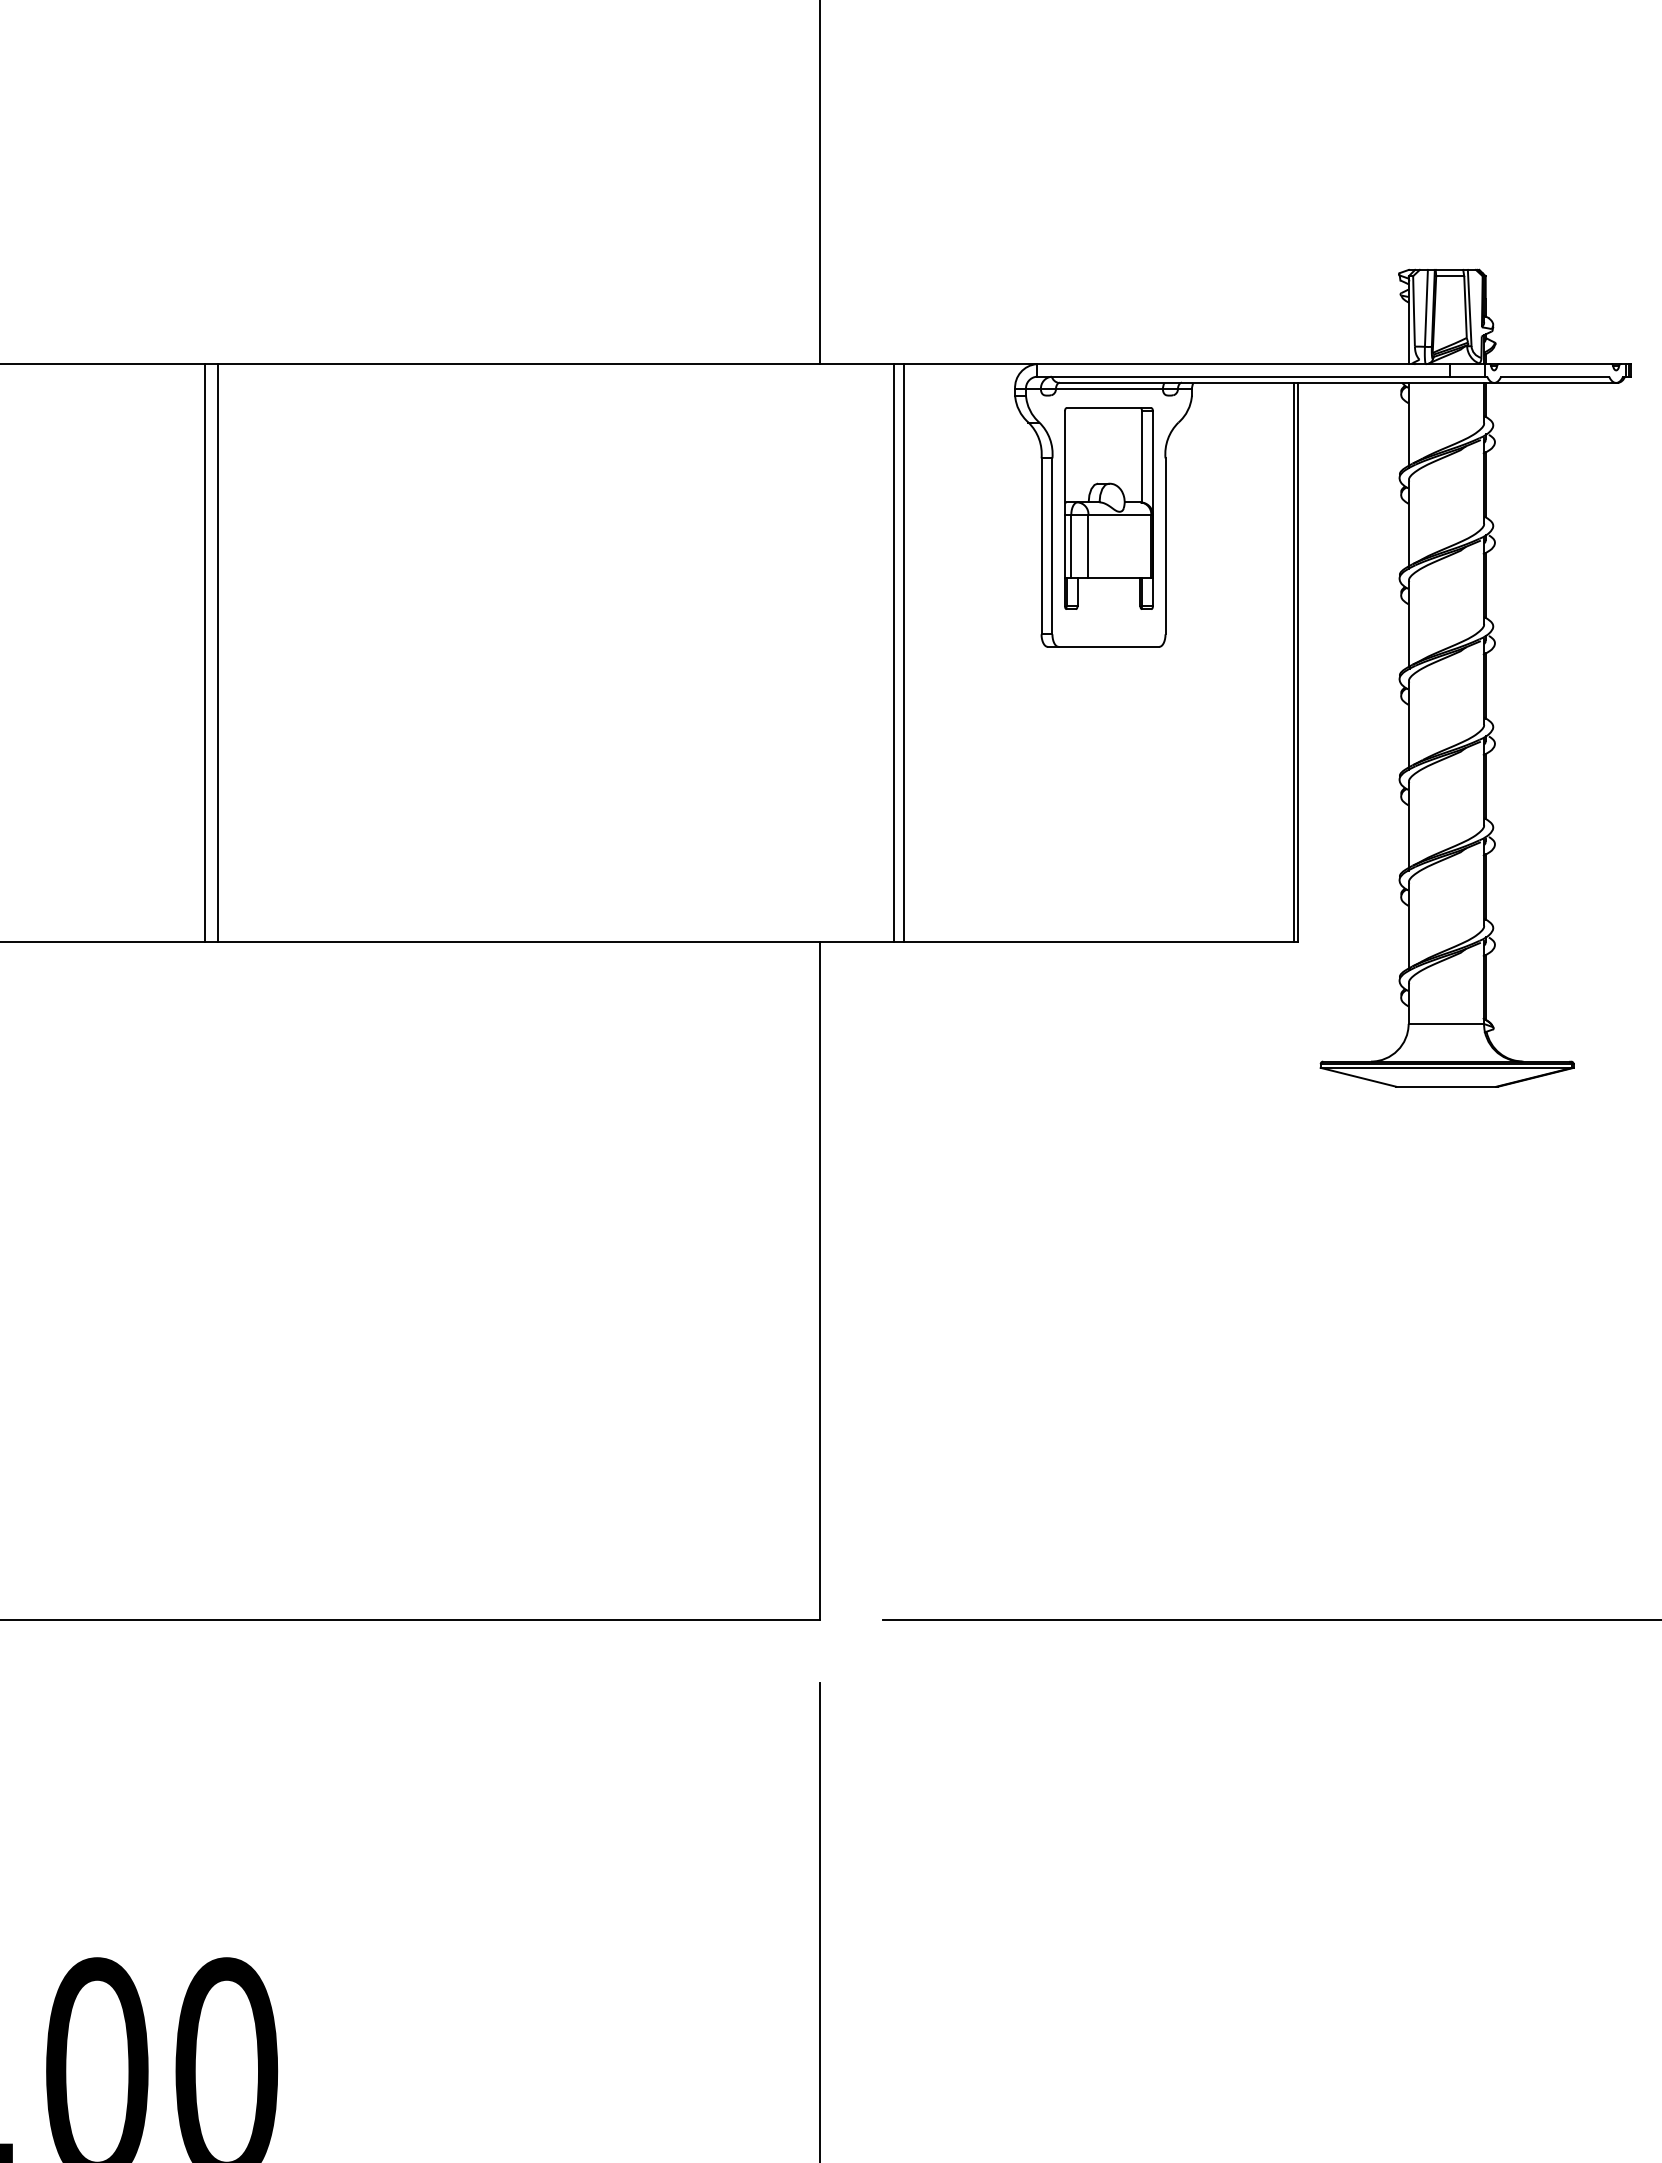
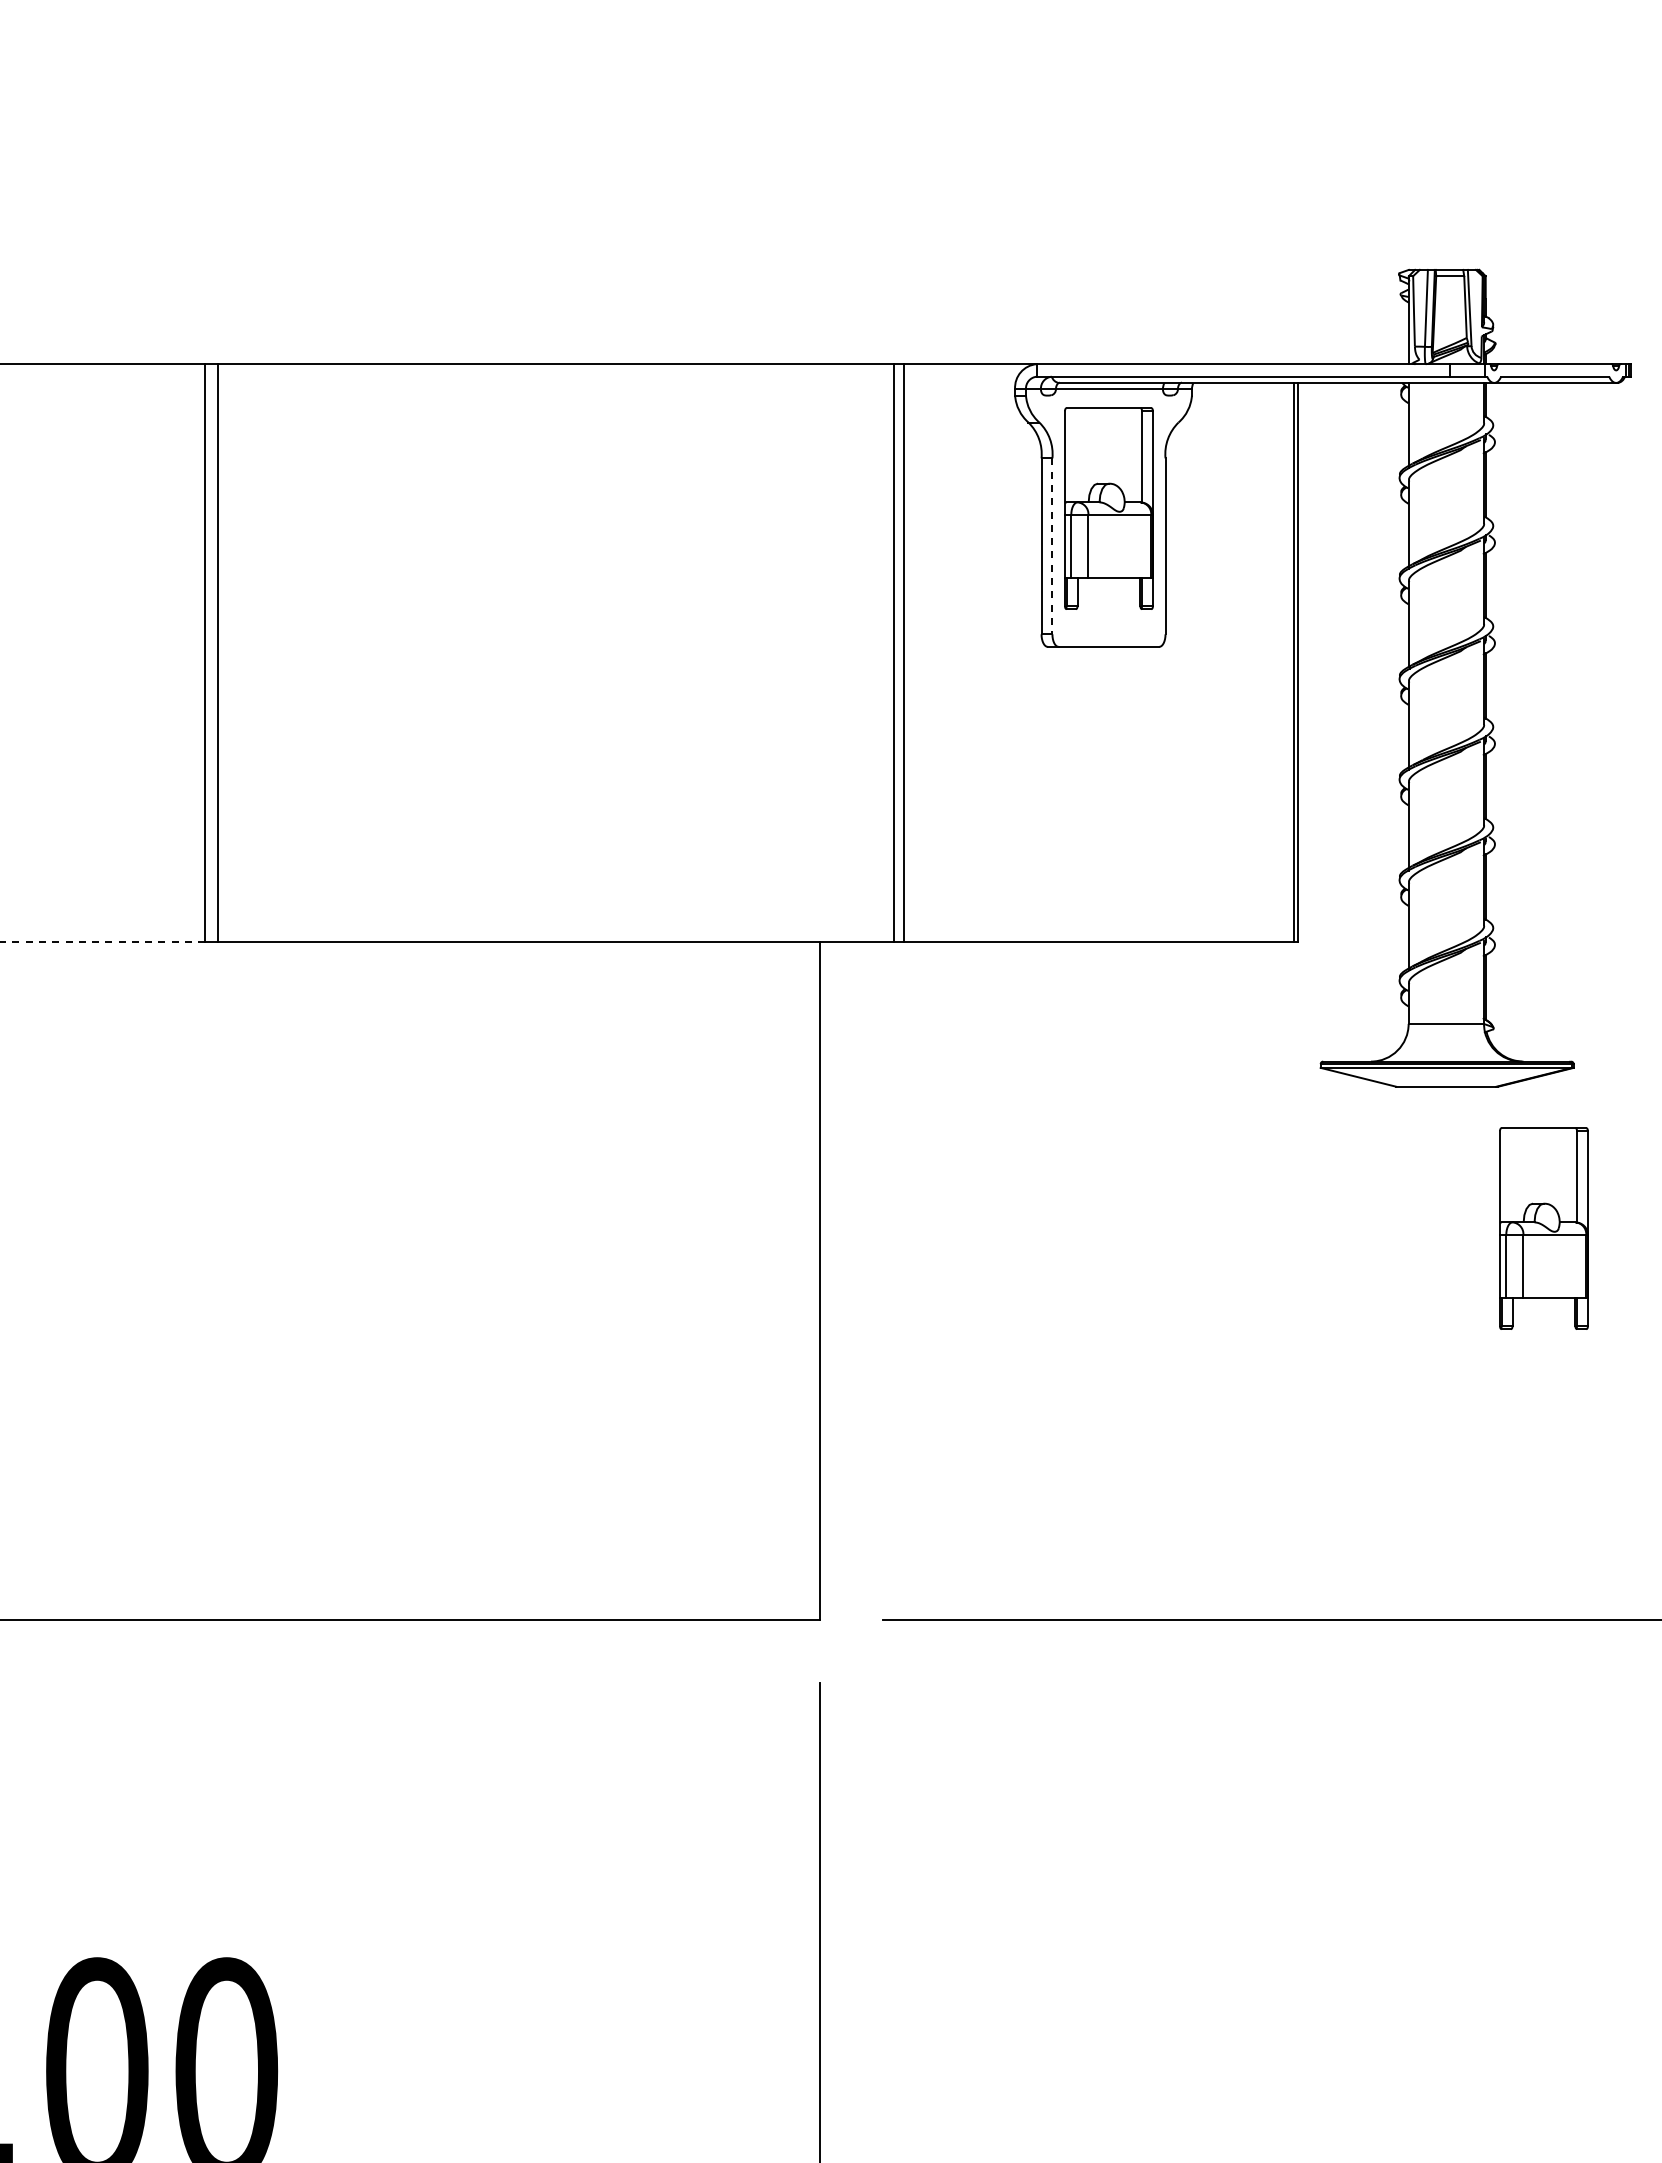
line at (820, 183): present -> none
line at (1052, 546): solid -> dashed
line at (102, 942): solid -> dashed
part at (1543, 1228): none -> present
